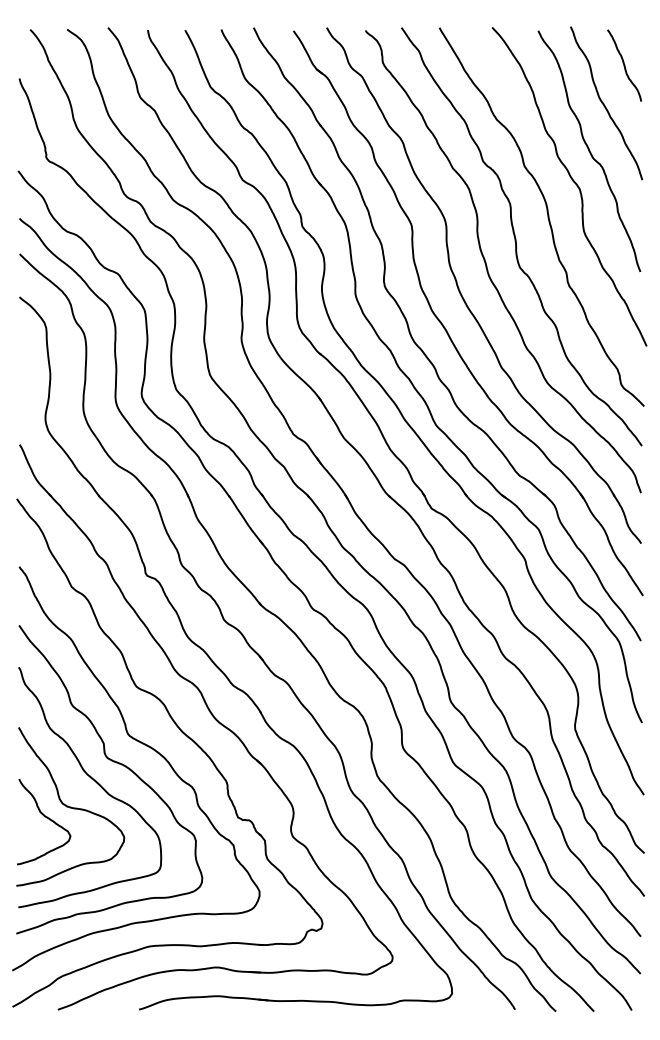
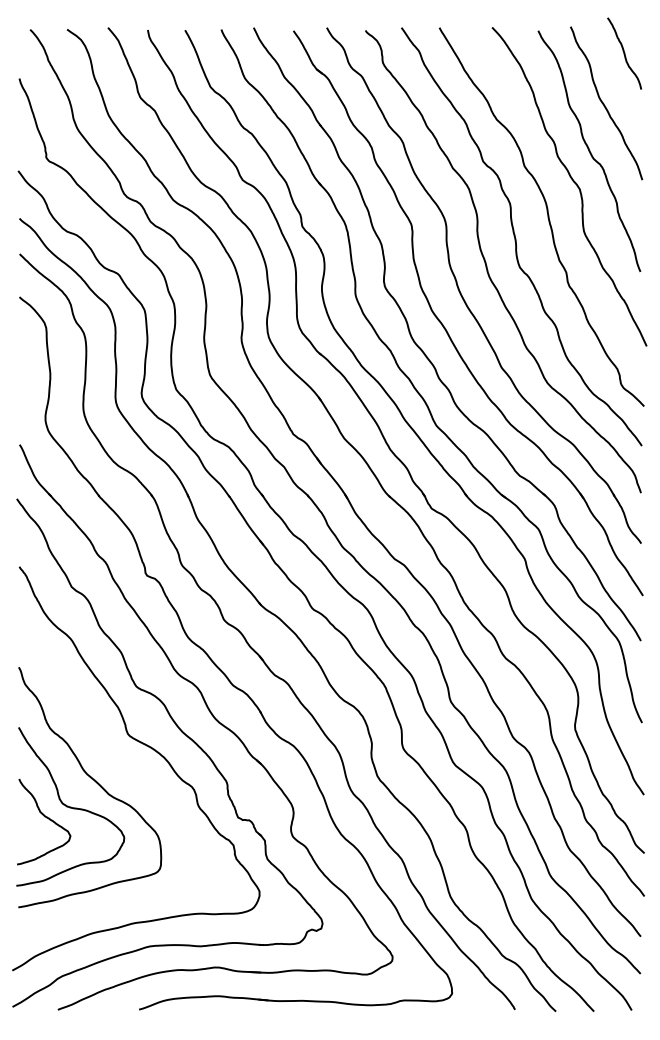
curve at (624, 65) position: (624, 65) -> (624, 53)
curve at (113, 762): present -> none
